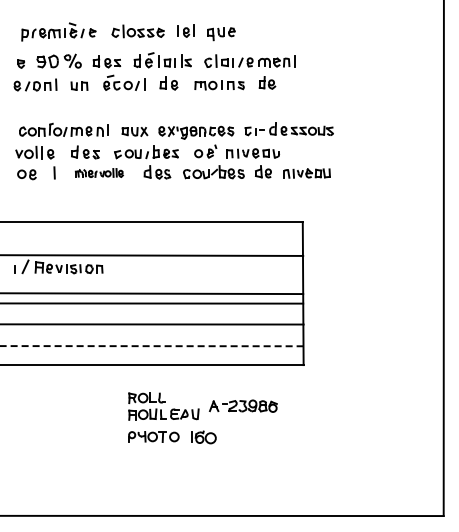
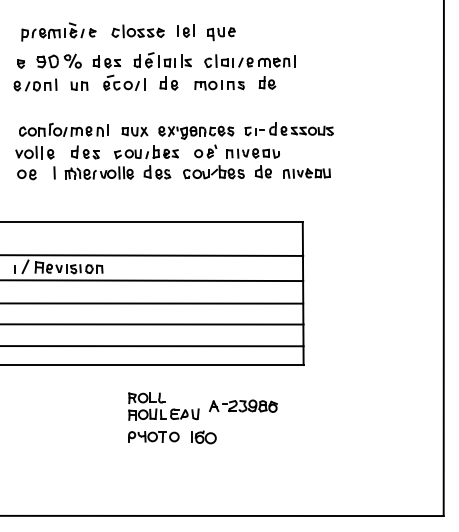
part at (98, 172) size: 50x10 px -> 71x14 px
line at (152, 293) position: (152, 293) -> (152, 280)
line at (151, 346): dashed -> solid
